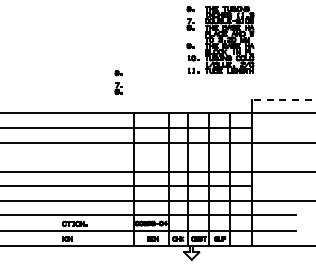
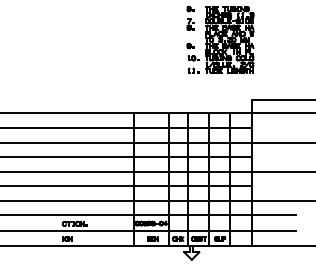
part at (118, 82): present -> none
line at (283, 100): dashed -> solid
line at (127, 157): none -> present
